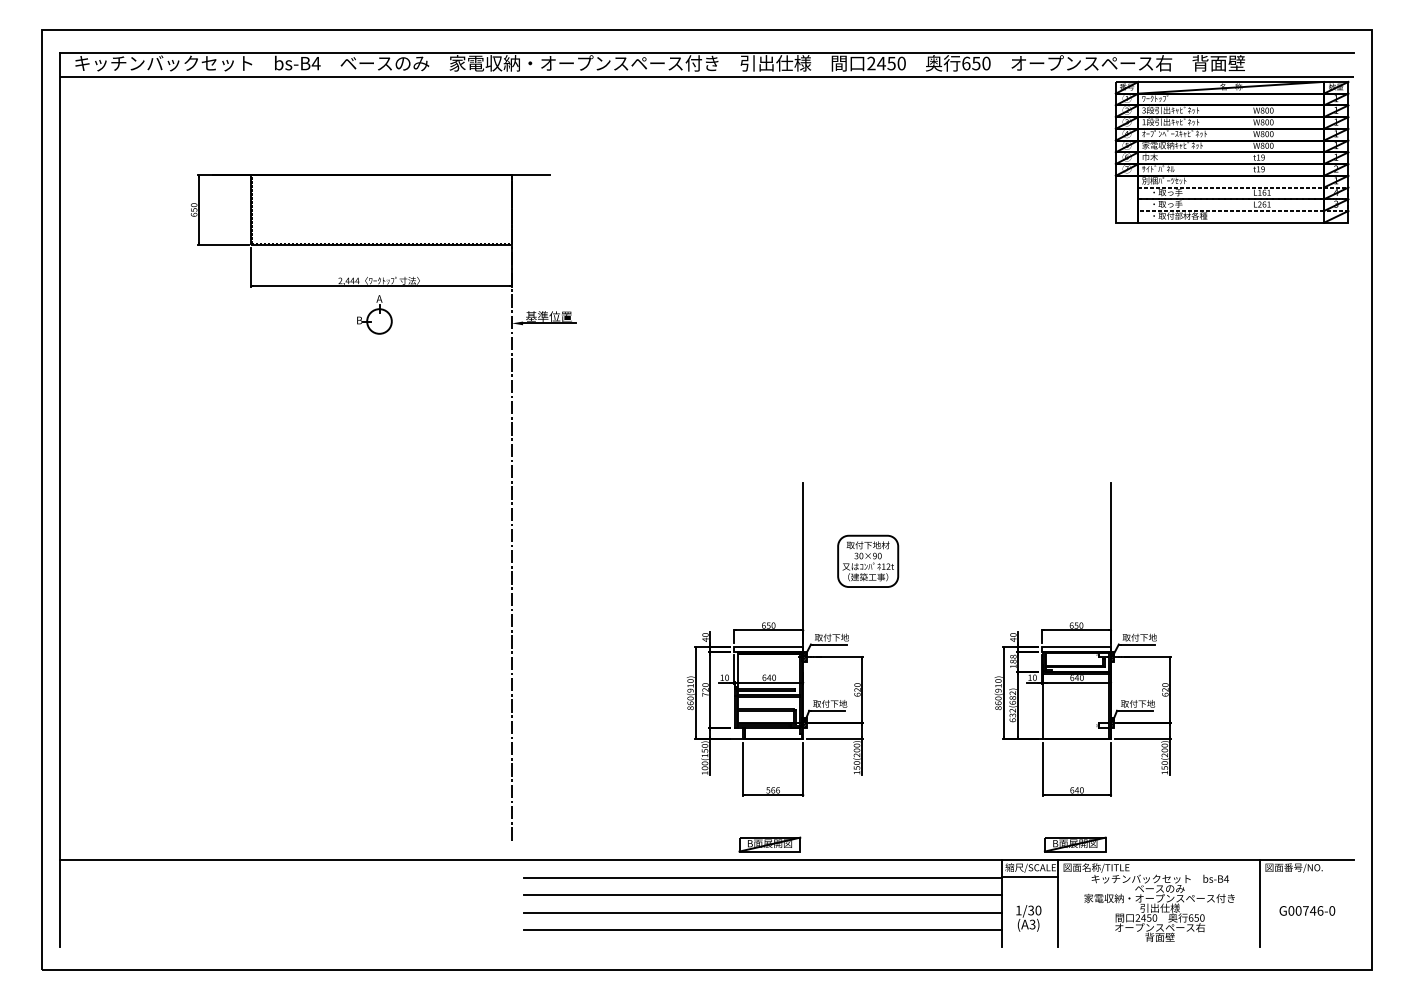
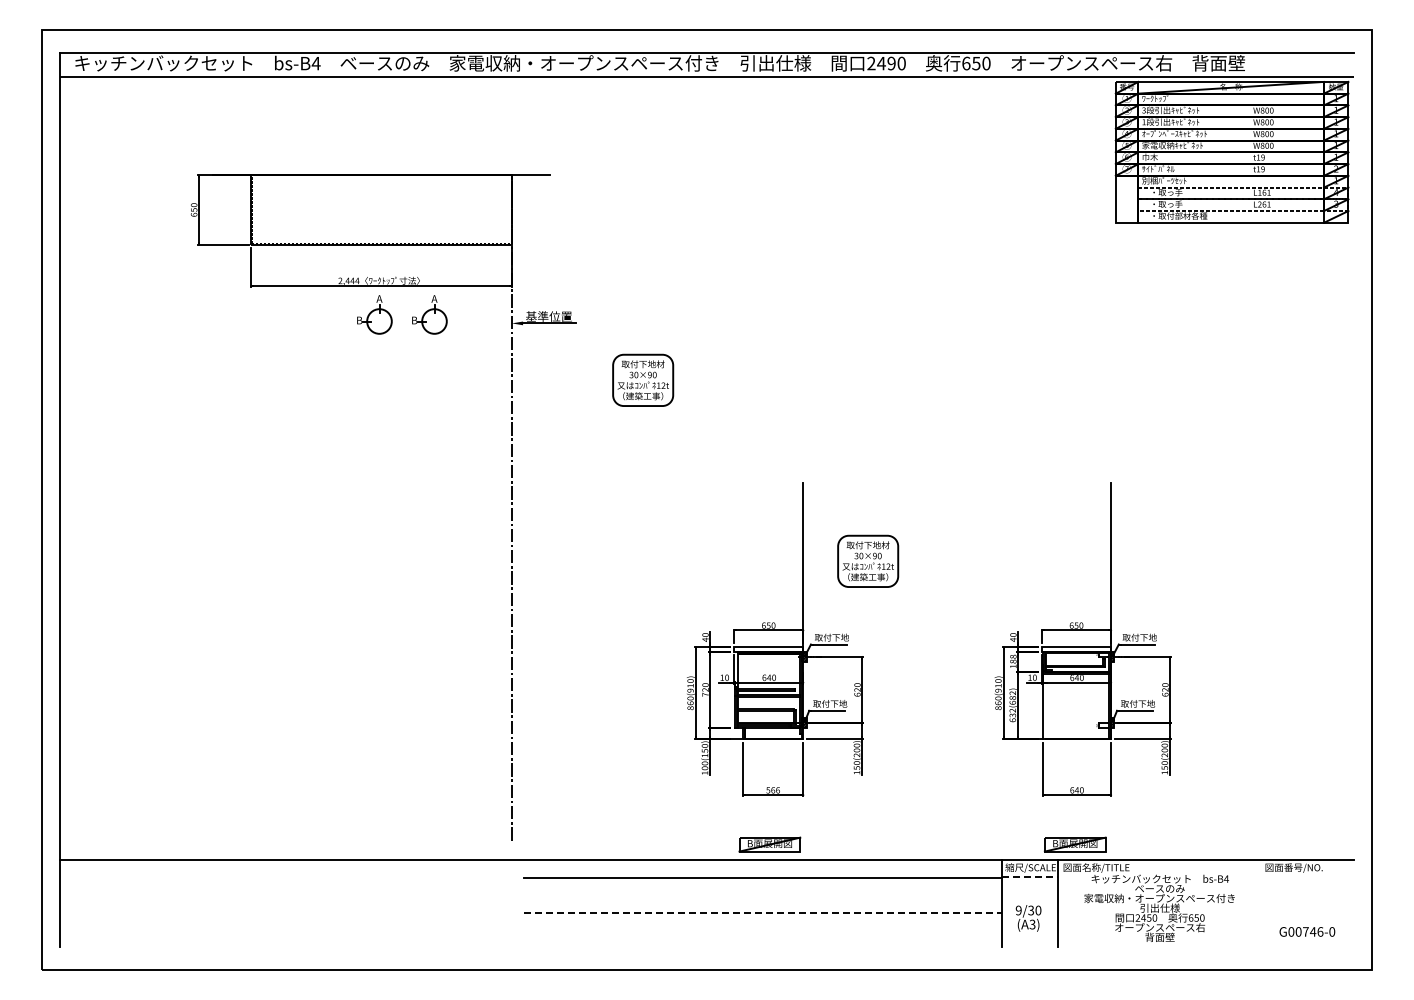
text at (891, 63): 2450 -> 2490
part at (429, 314): none -> present
part at (643, 379): none -> present
line at (1029, 876): solid -> dashed
line at (762, 895): present -> none
line at (1260, 903): present -> none
text at (1018, 910): 1/30 -> 9/30
text at (1307, 910) position: (1307, 910) -> (1307, 931)
line at (763, 912): solid -> dashed
line at (762, 930): present -> none
